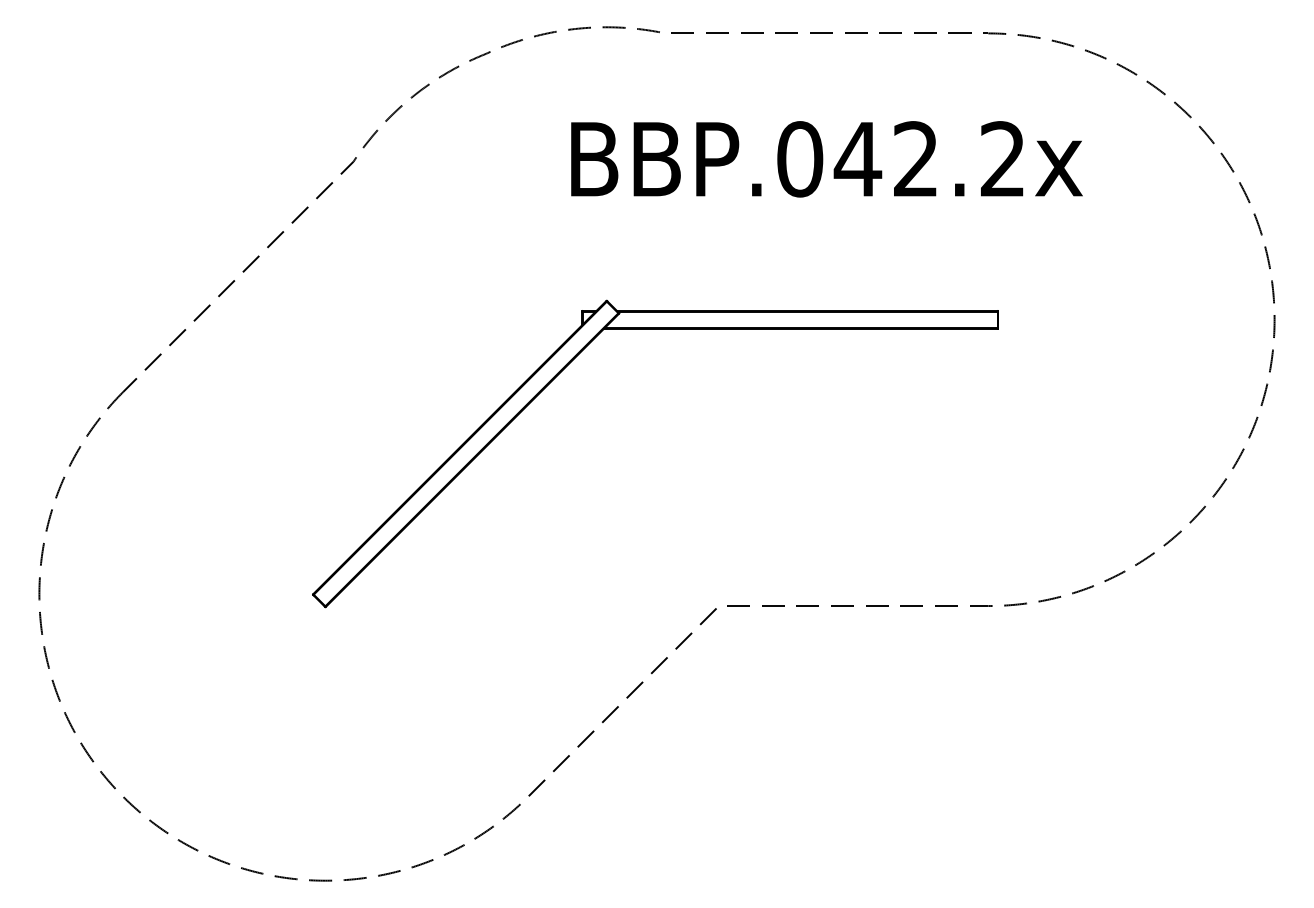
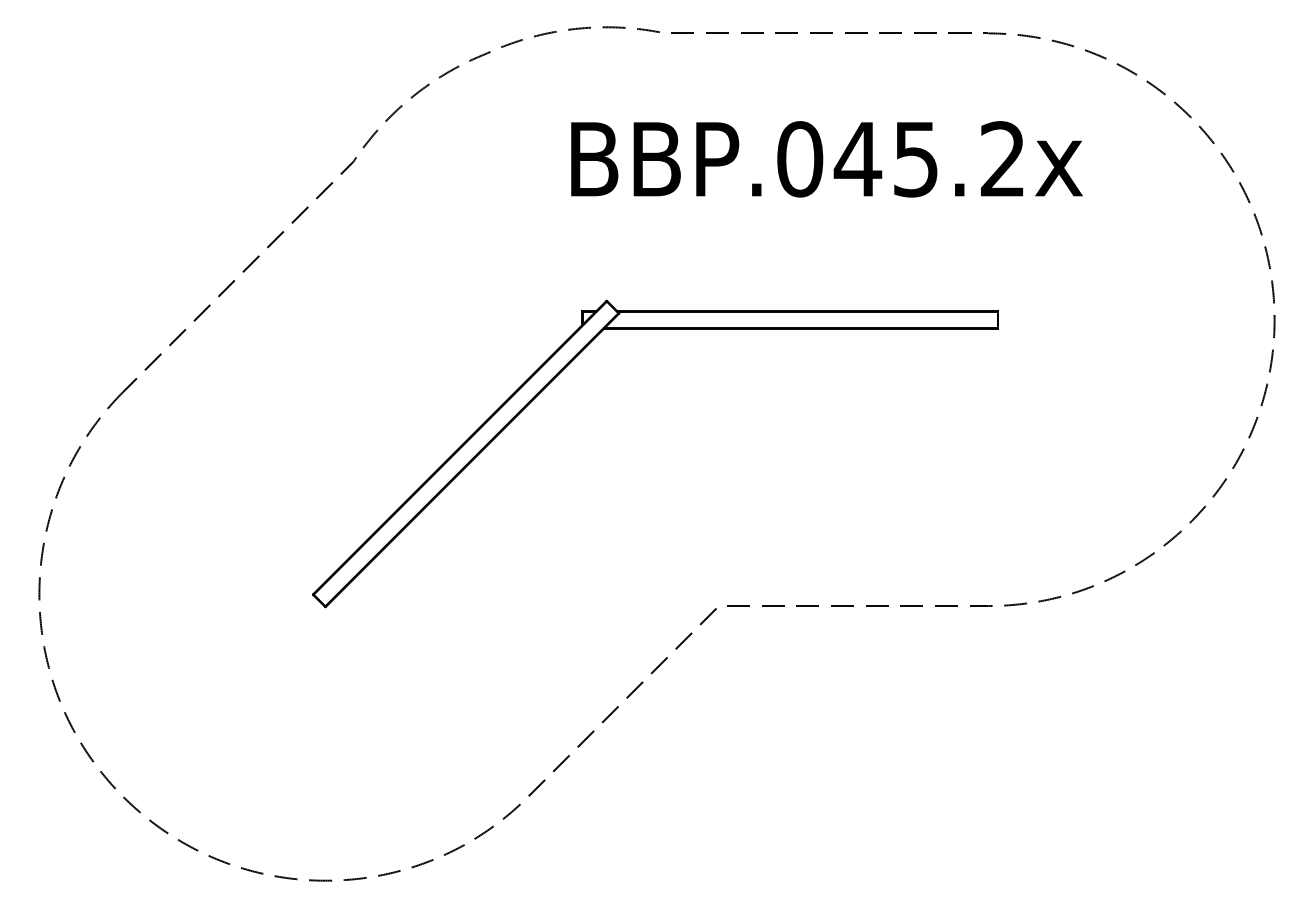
text at (915, 159): BBP.042.2x -> BBP.045.2x
